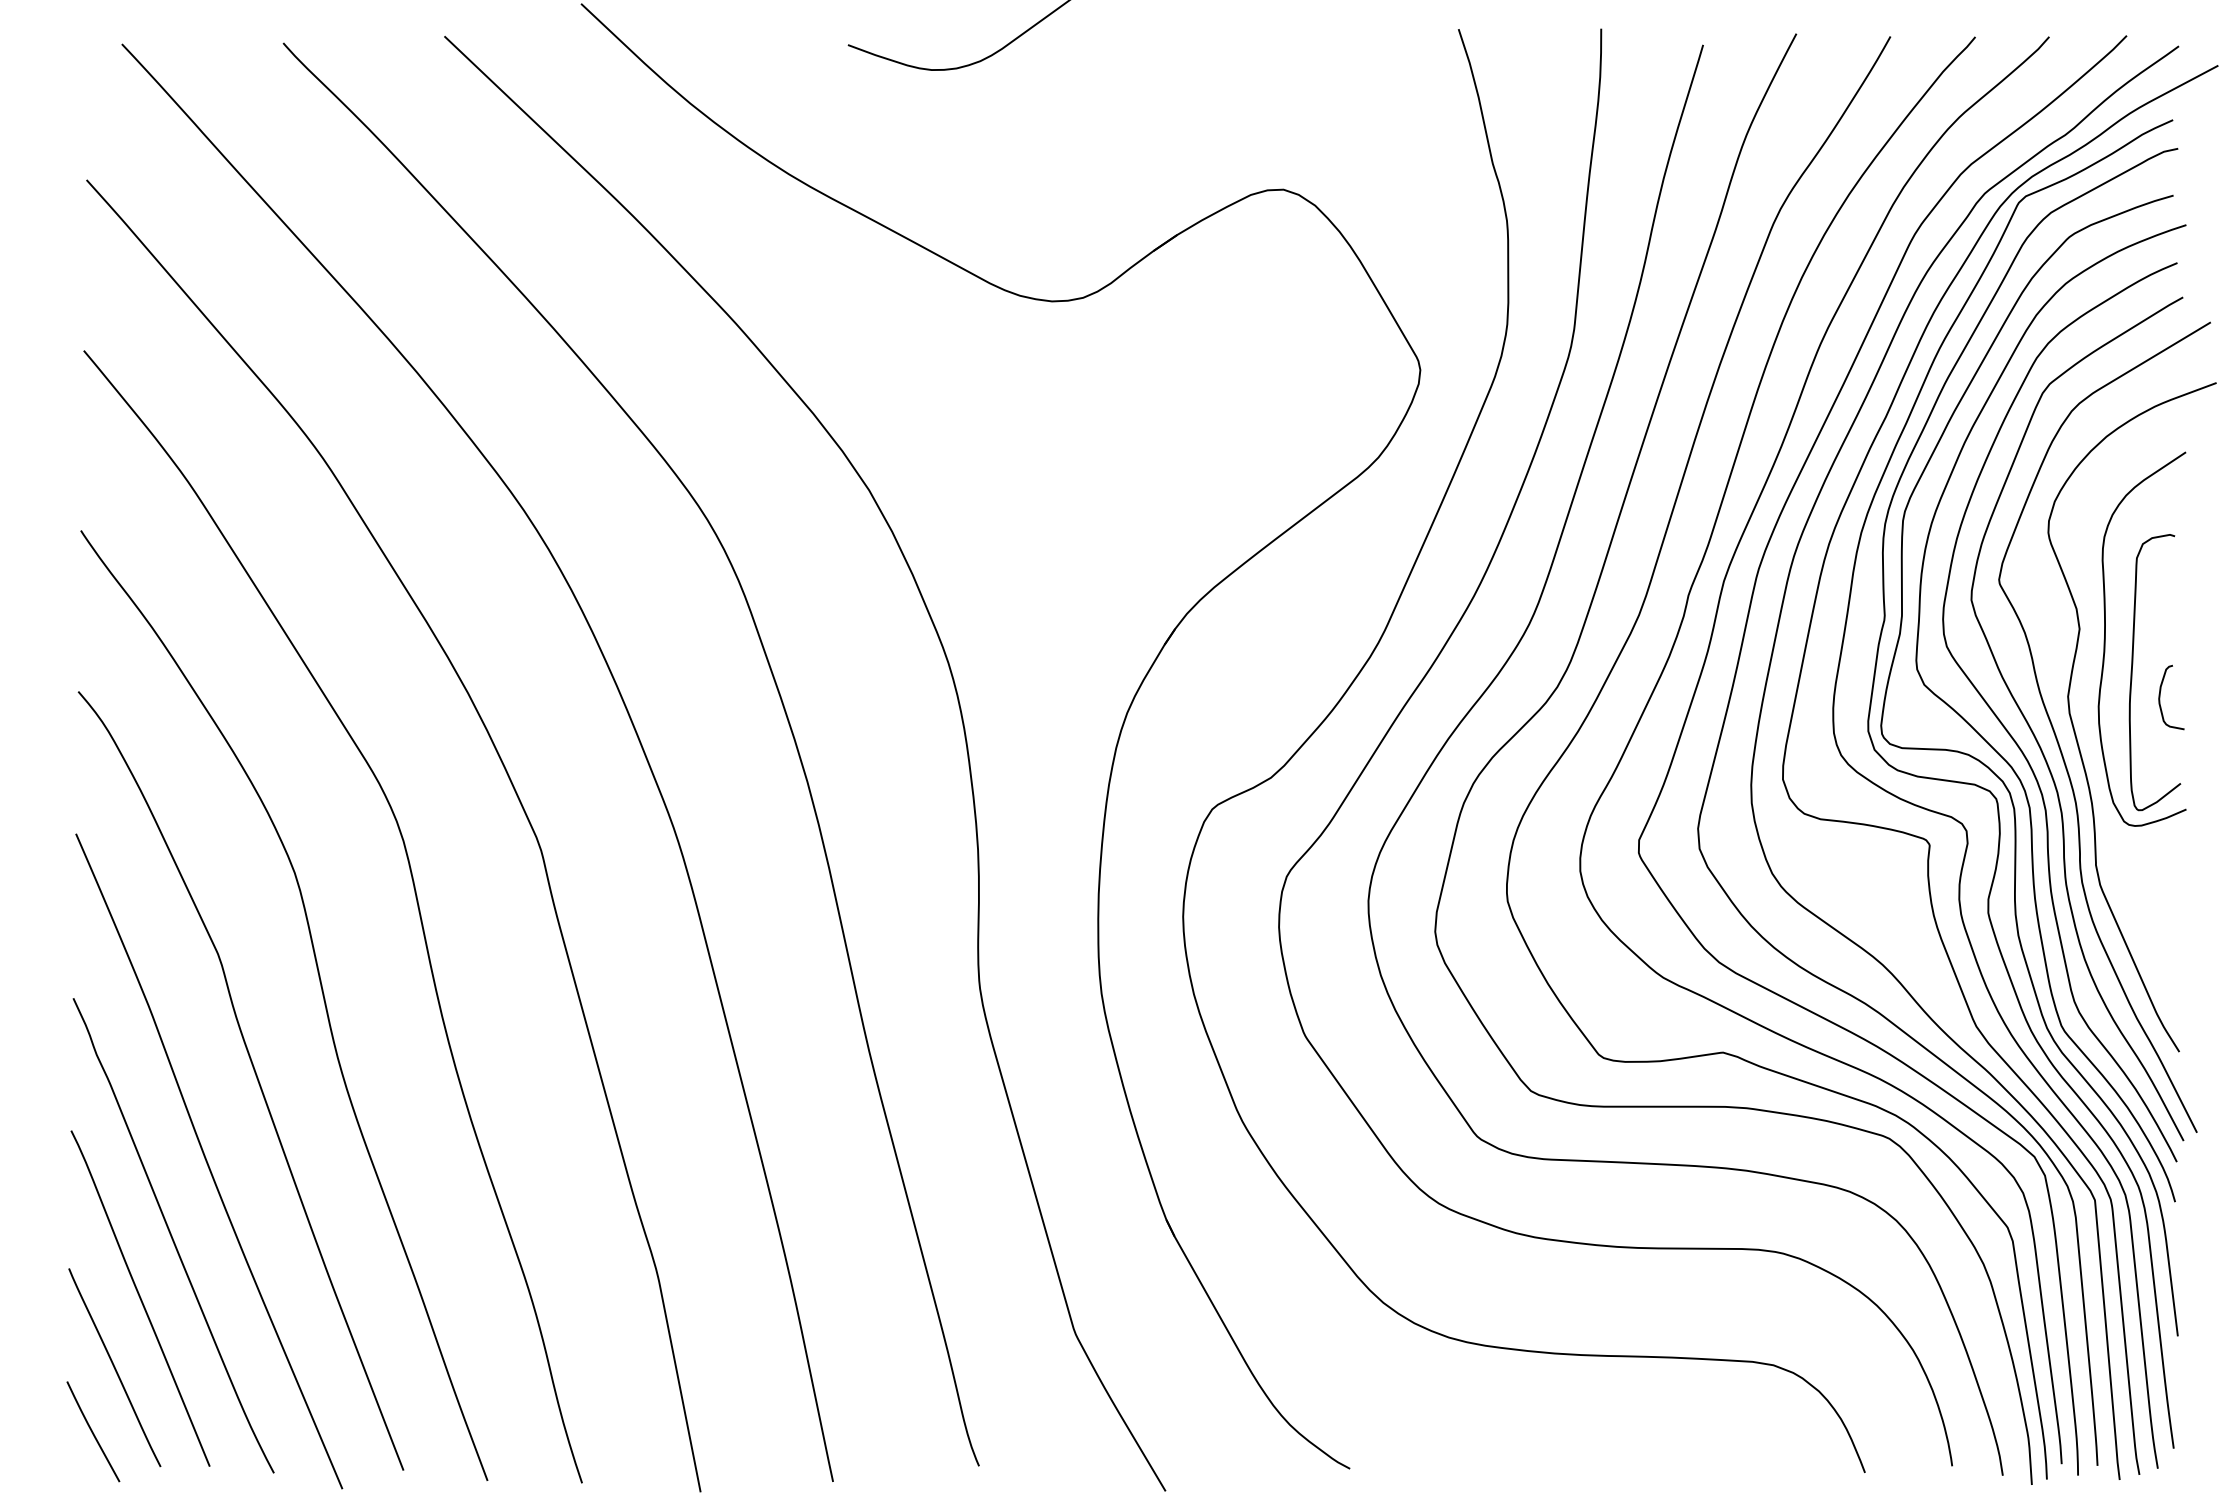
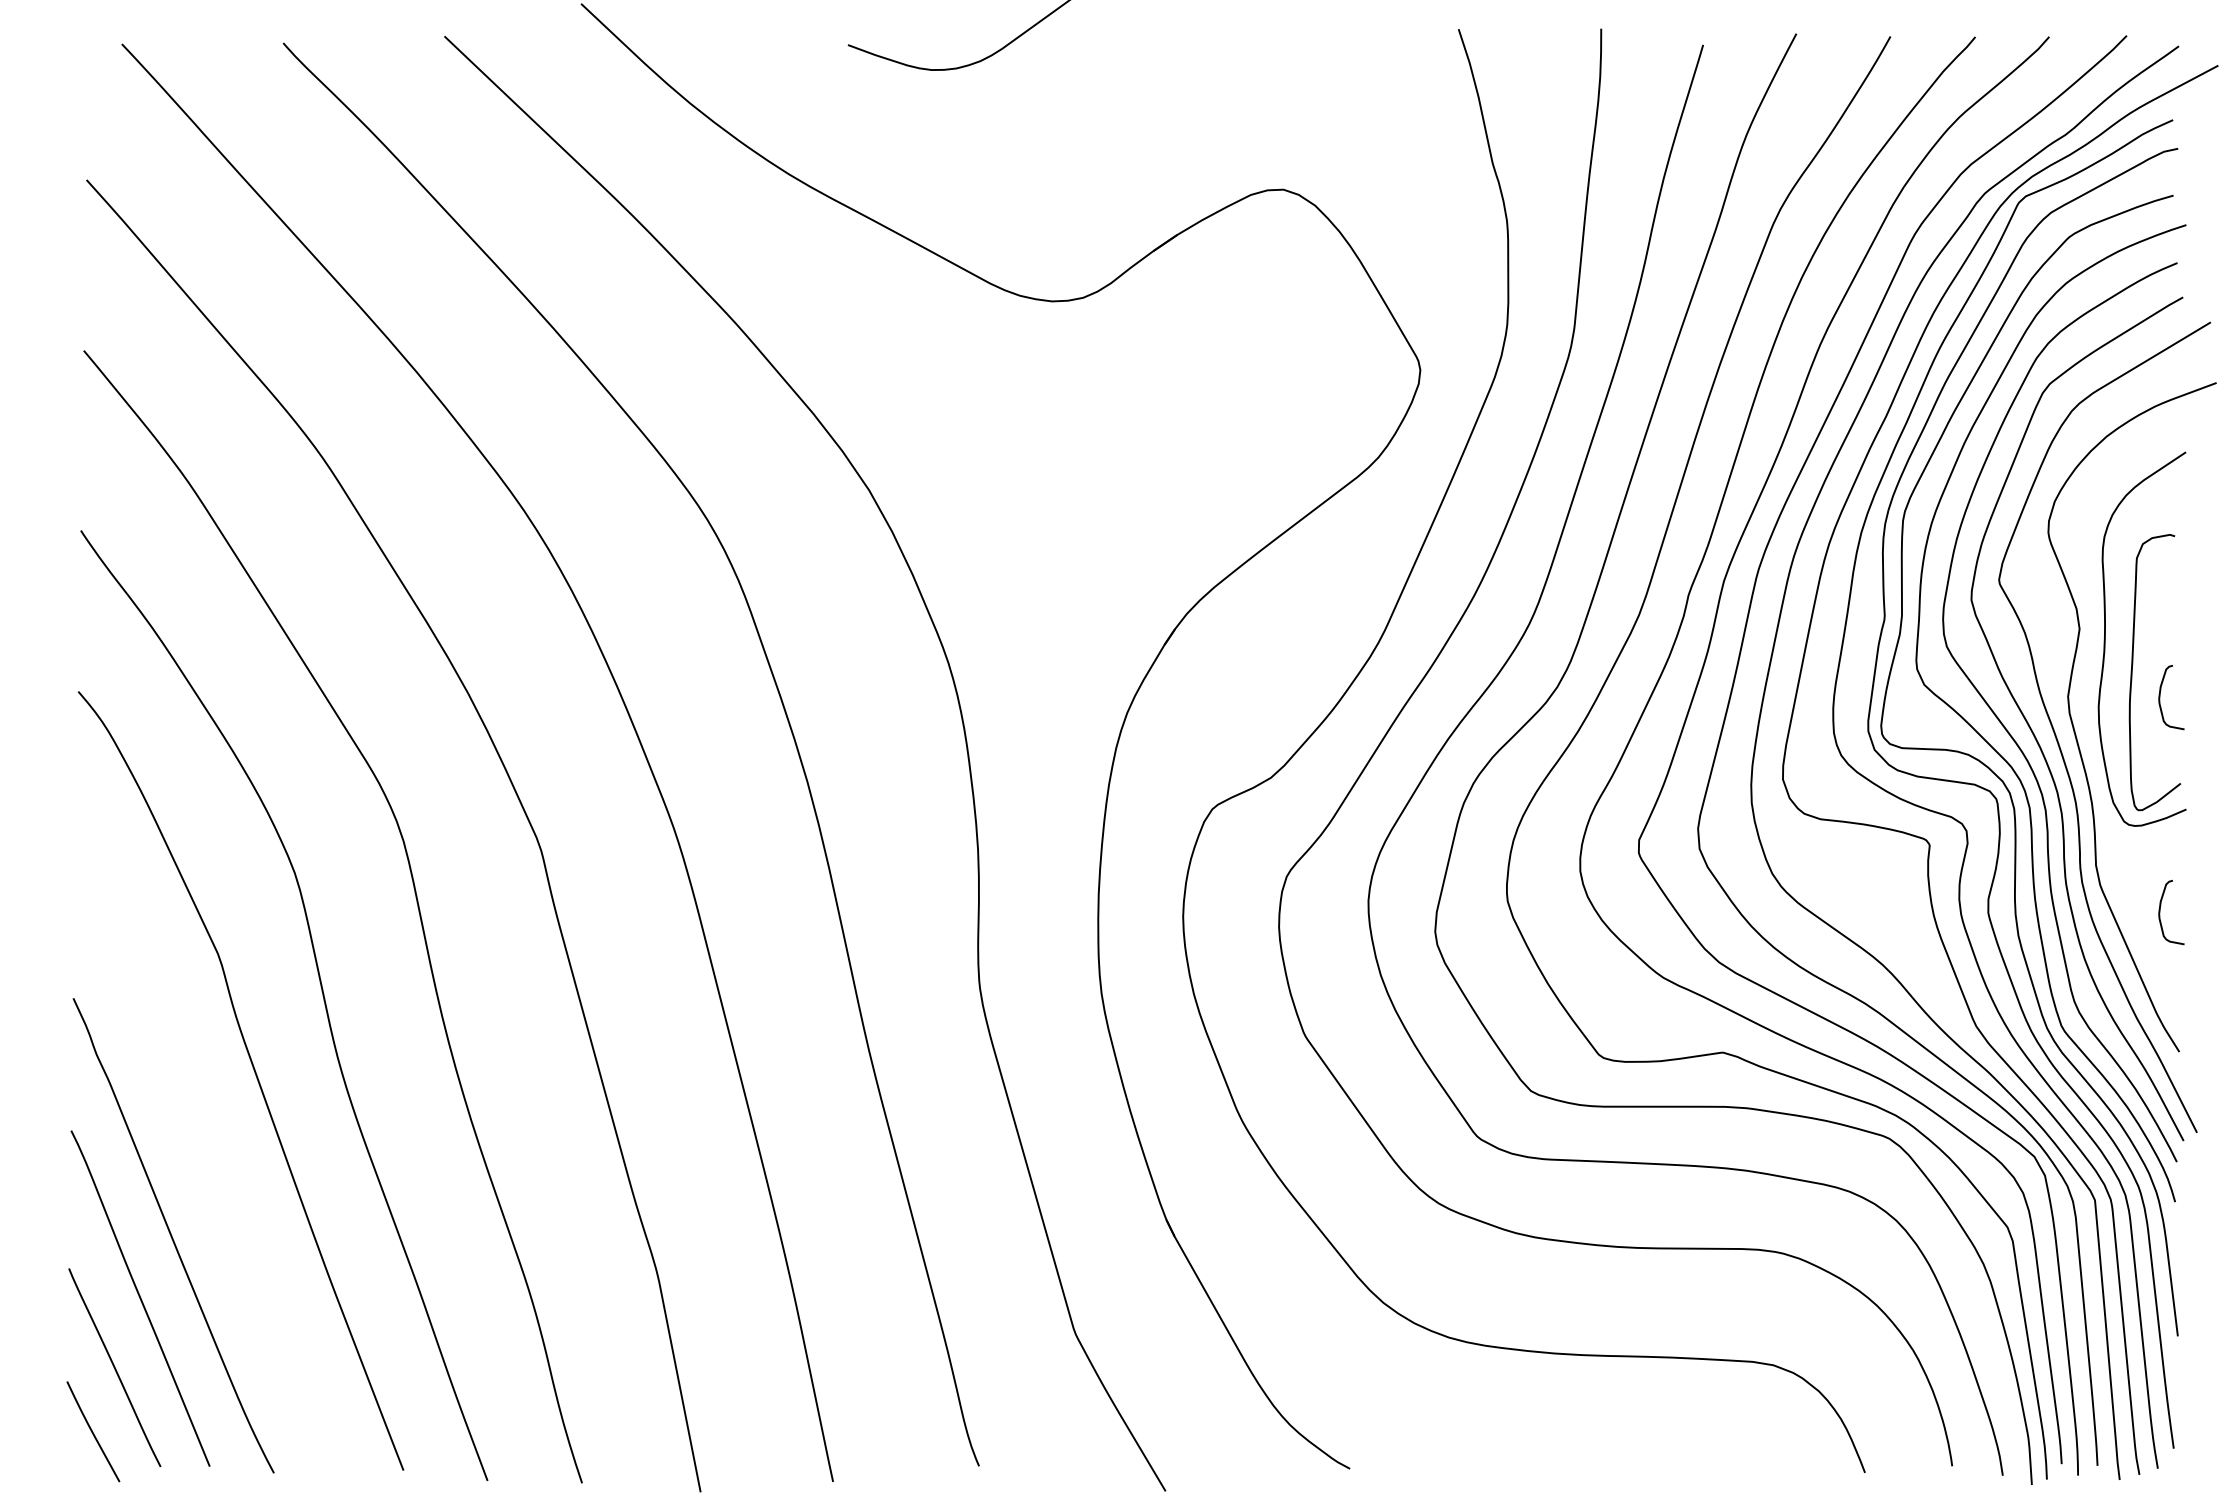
curve at (2160, 912): none -> present
curve at (208, 1162): present -> none
